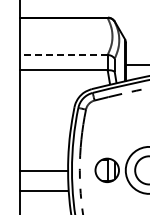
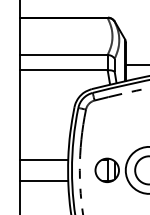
line at (63, 54): dashed -> solid
line at (44, 170) position: (44, 170) -> (44, 159)
line at (44, 191) position: (44, 191) -> (44, 181)
